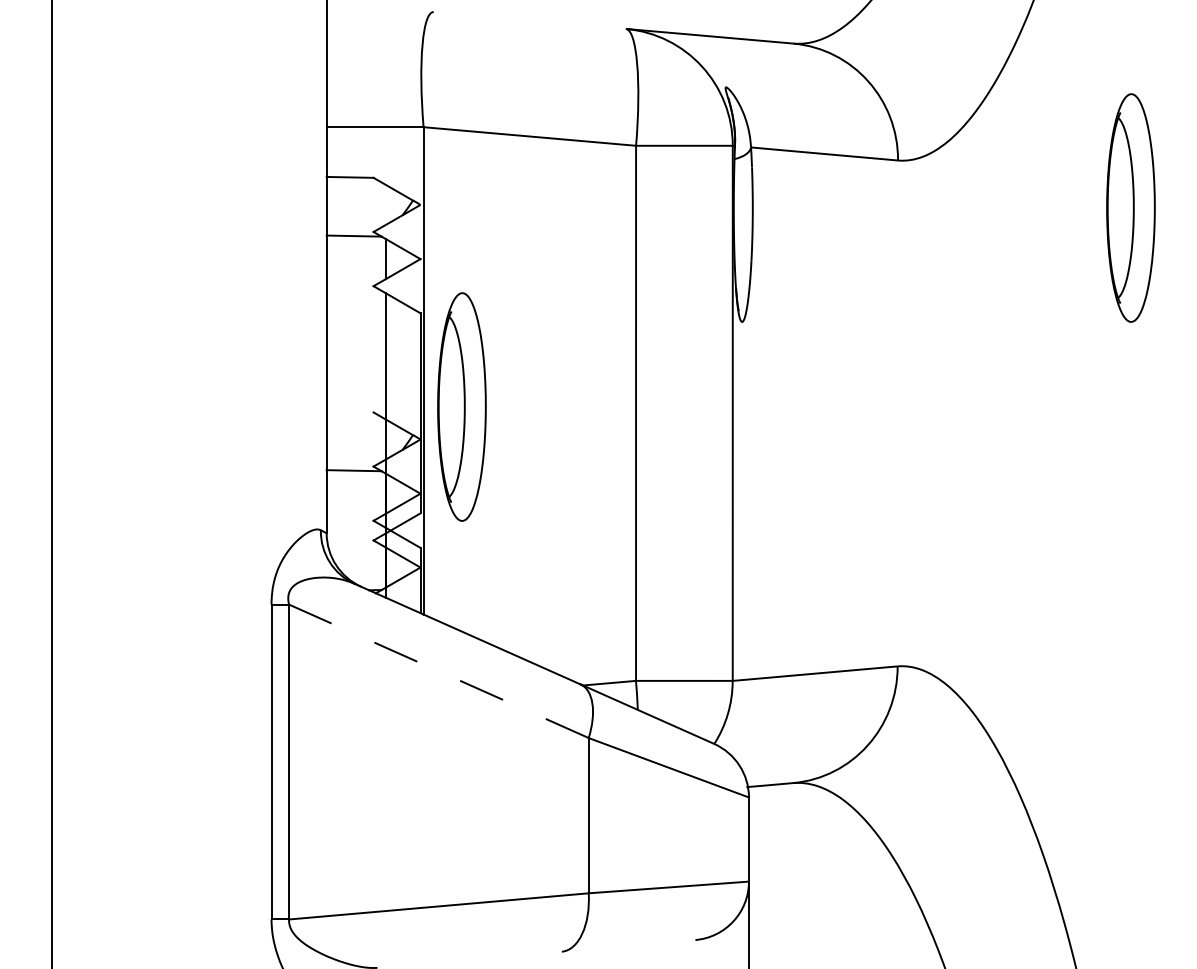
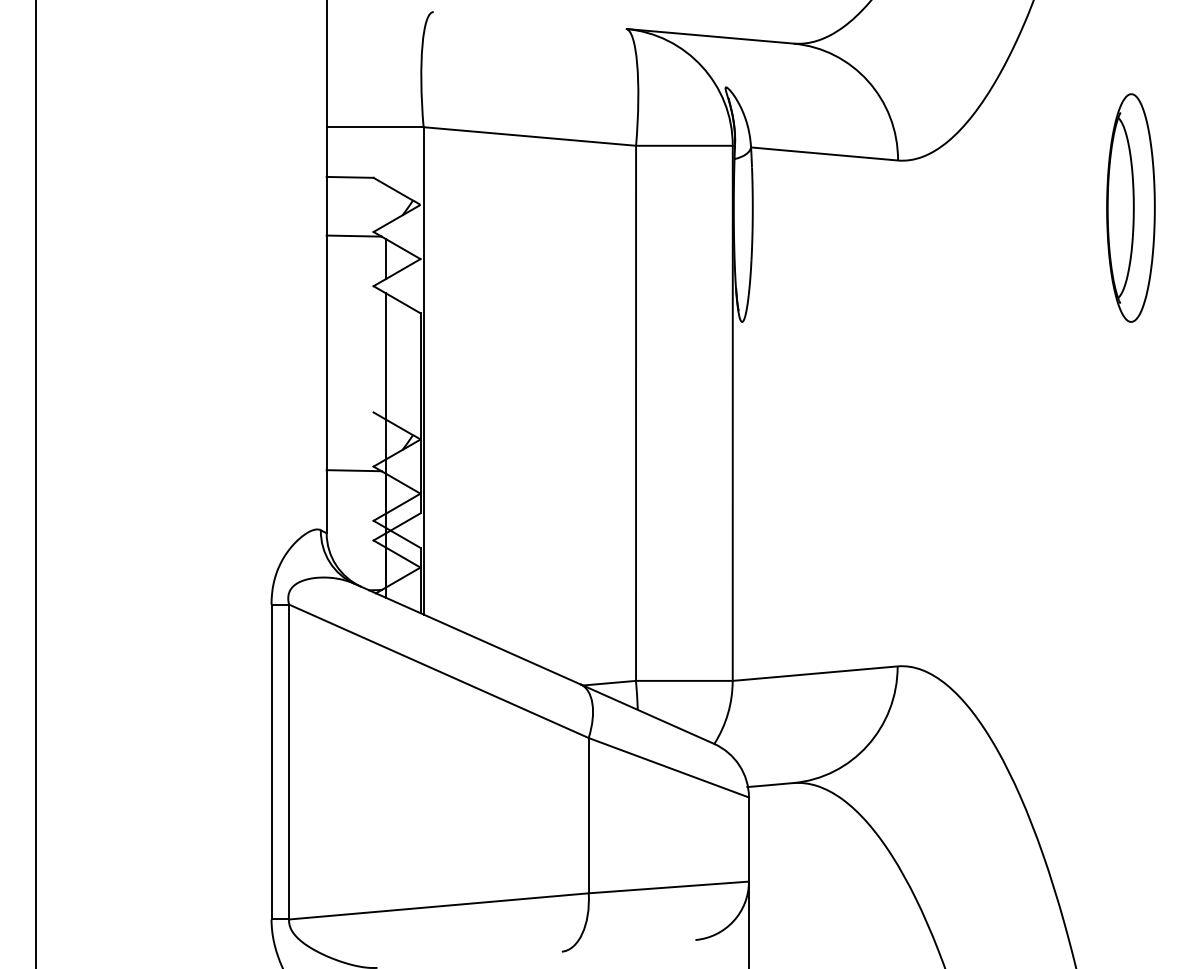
part at (461, 406): present -> none
line at (51, 483) position: (51, 483) -> (35, 483)
line at (438, 671): dashed -> solid
